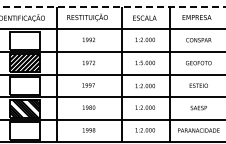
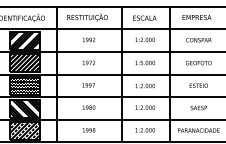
line at (112, 6): dashed -> solid
hatch at (24, 40): none -> present
hatch at (24, 85): none -> present
hatch at (24, 131): none -> present
